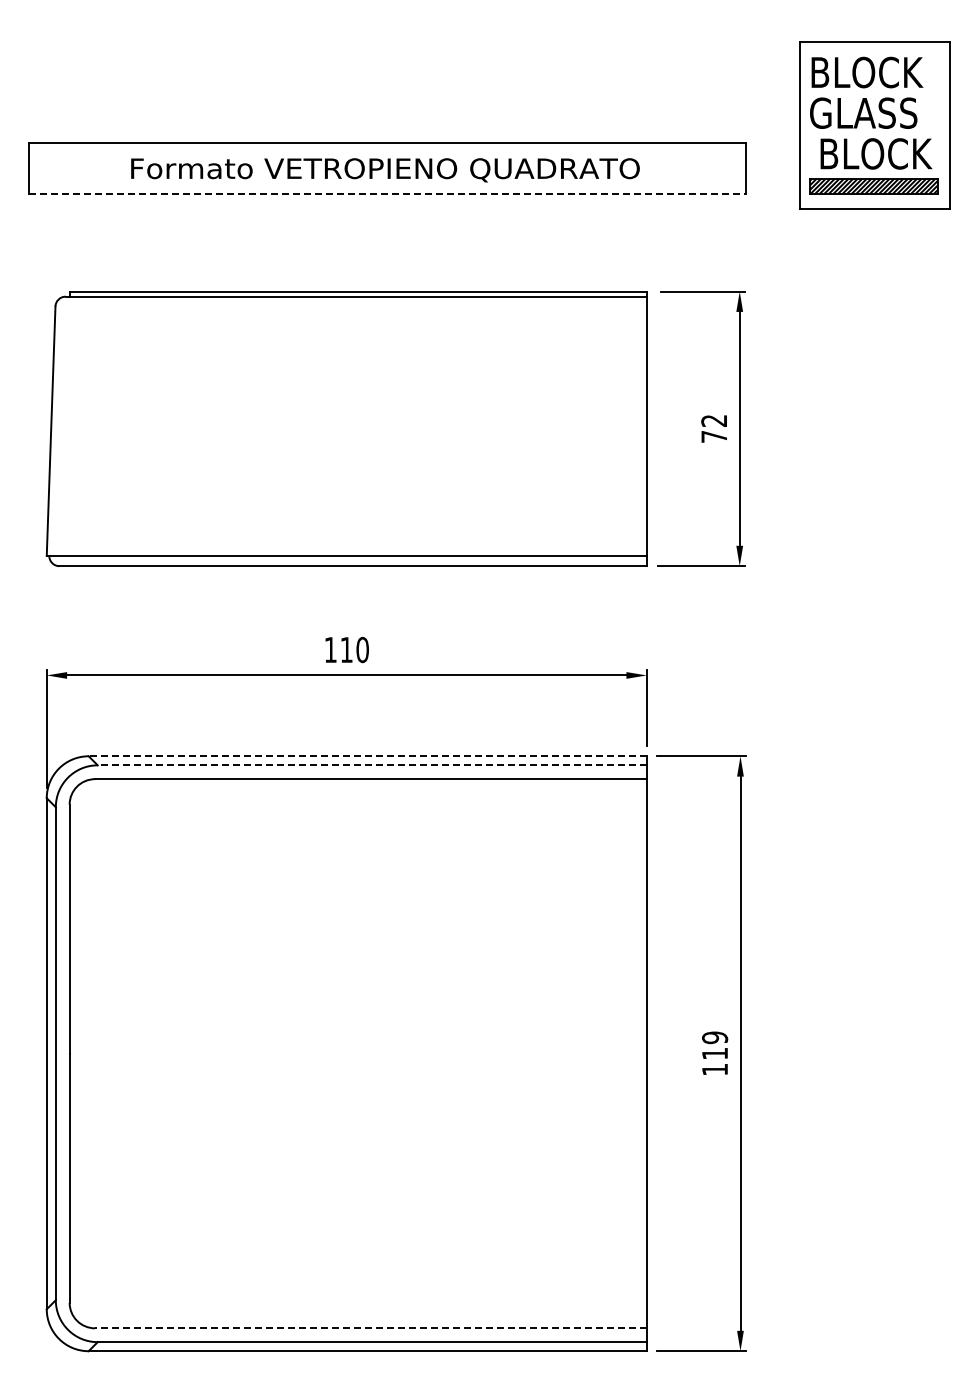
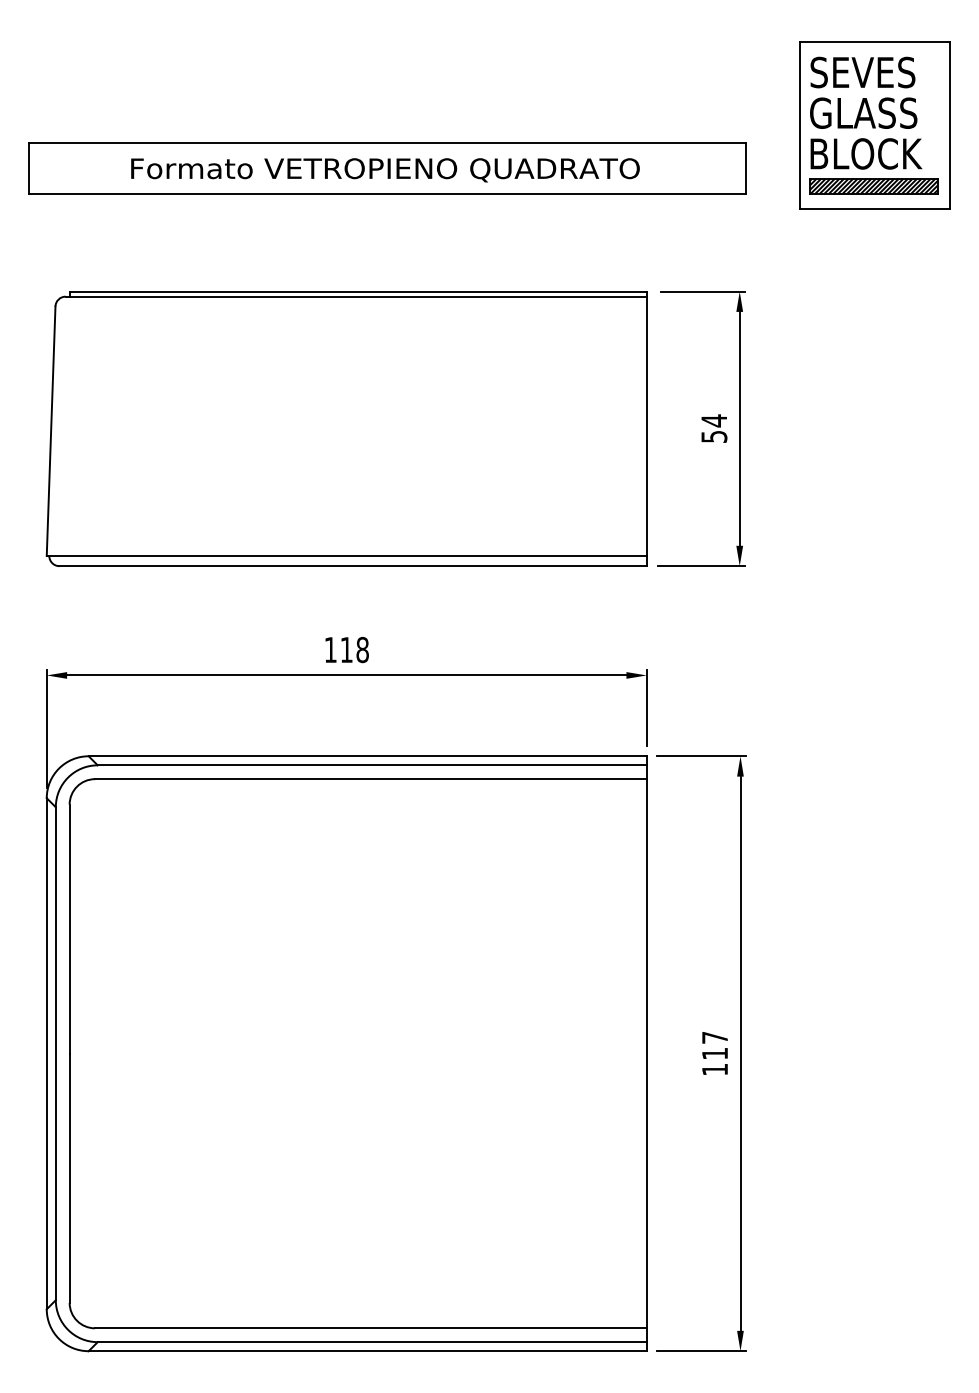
text at (866, 72): BLOCK -> SEVES
text at (876, 153) position: (876, 153) -> (866, 153)
line at (388, 194): dashed -> solid
text at (714, 428): 72 -> 54
text at (362, 649): 110 -> 118
line at (367, 756): dashed -> solid
line at (372, 765): dashed -> solid
text at (715, 1037): 119 -> 117
line at (370, 1328): dashed -> solid
